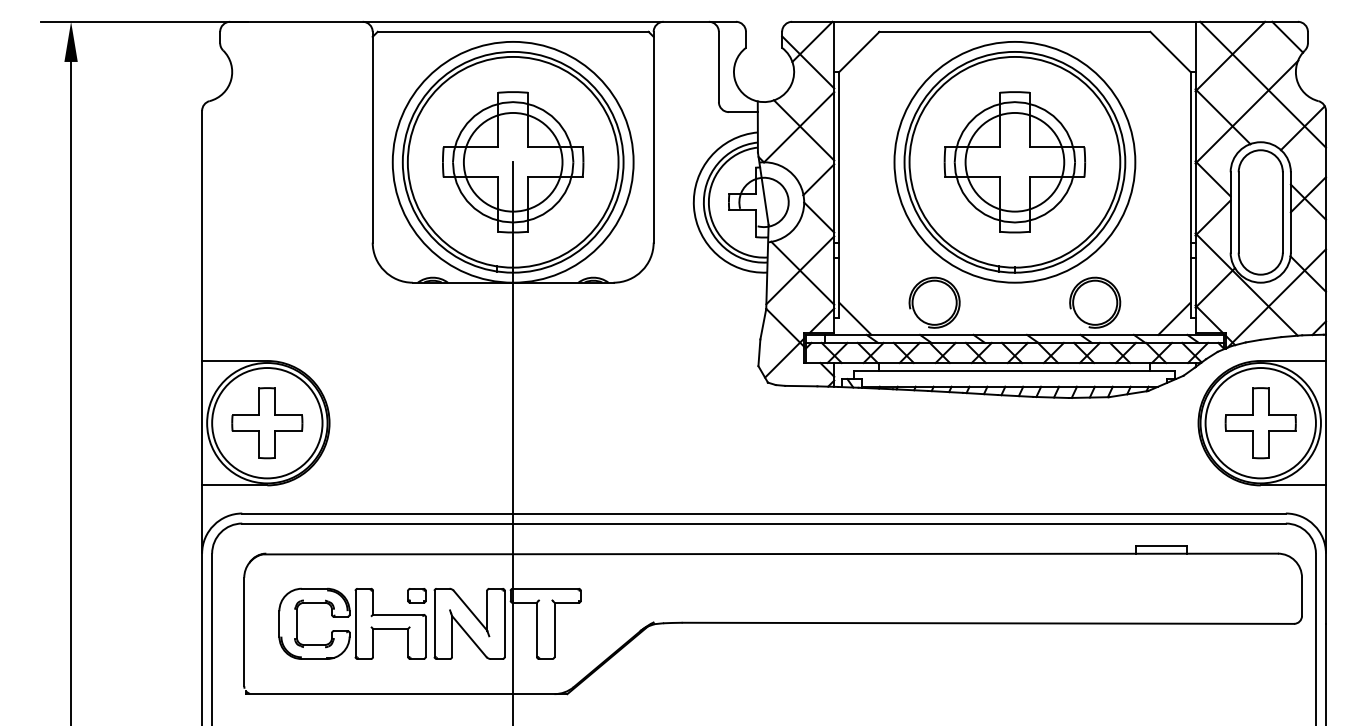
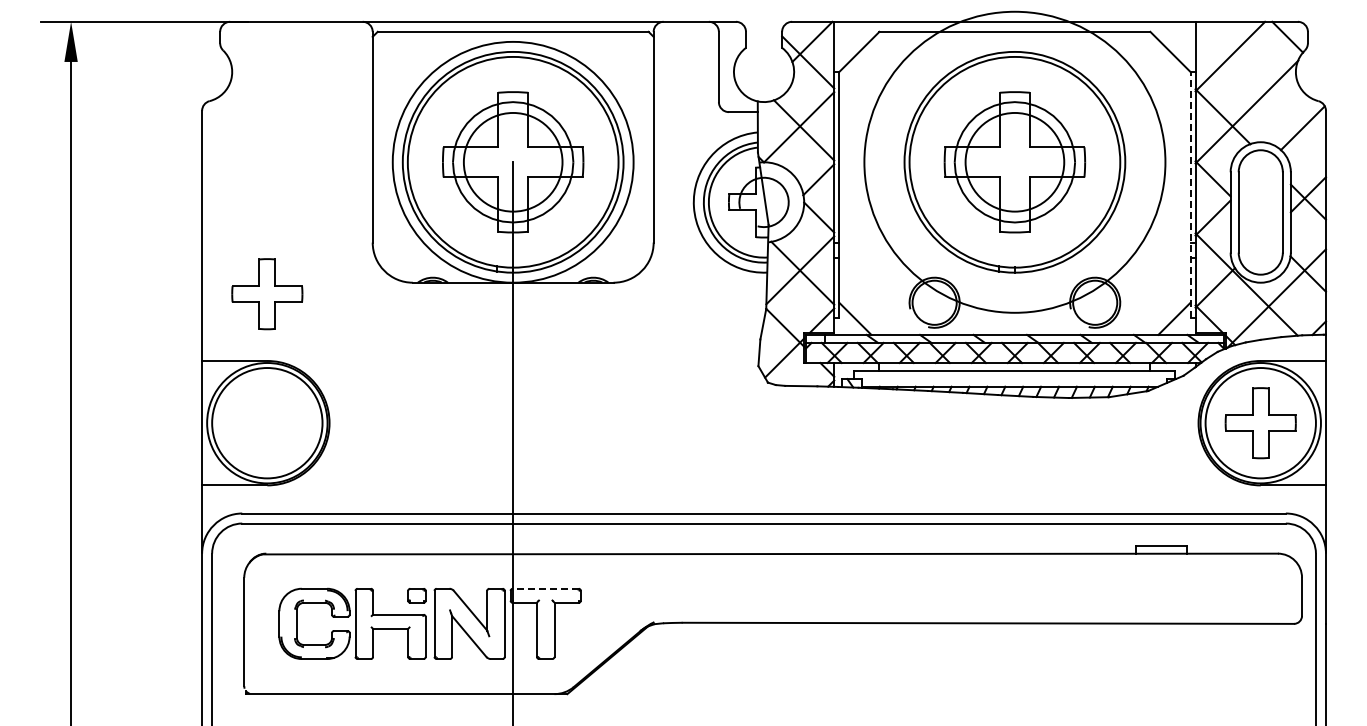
line at (1262, 84): present -> none
circle at (1014, 161) diameter: 241 px -> 301 px
line at (1190, 194): solid -> dashed
part at (267, 423) position: (267, 423) -> (267, 294)
line at (545, 588): solid -> dashed
